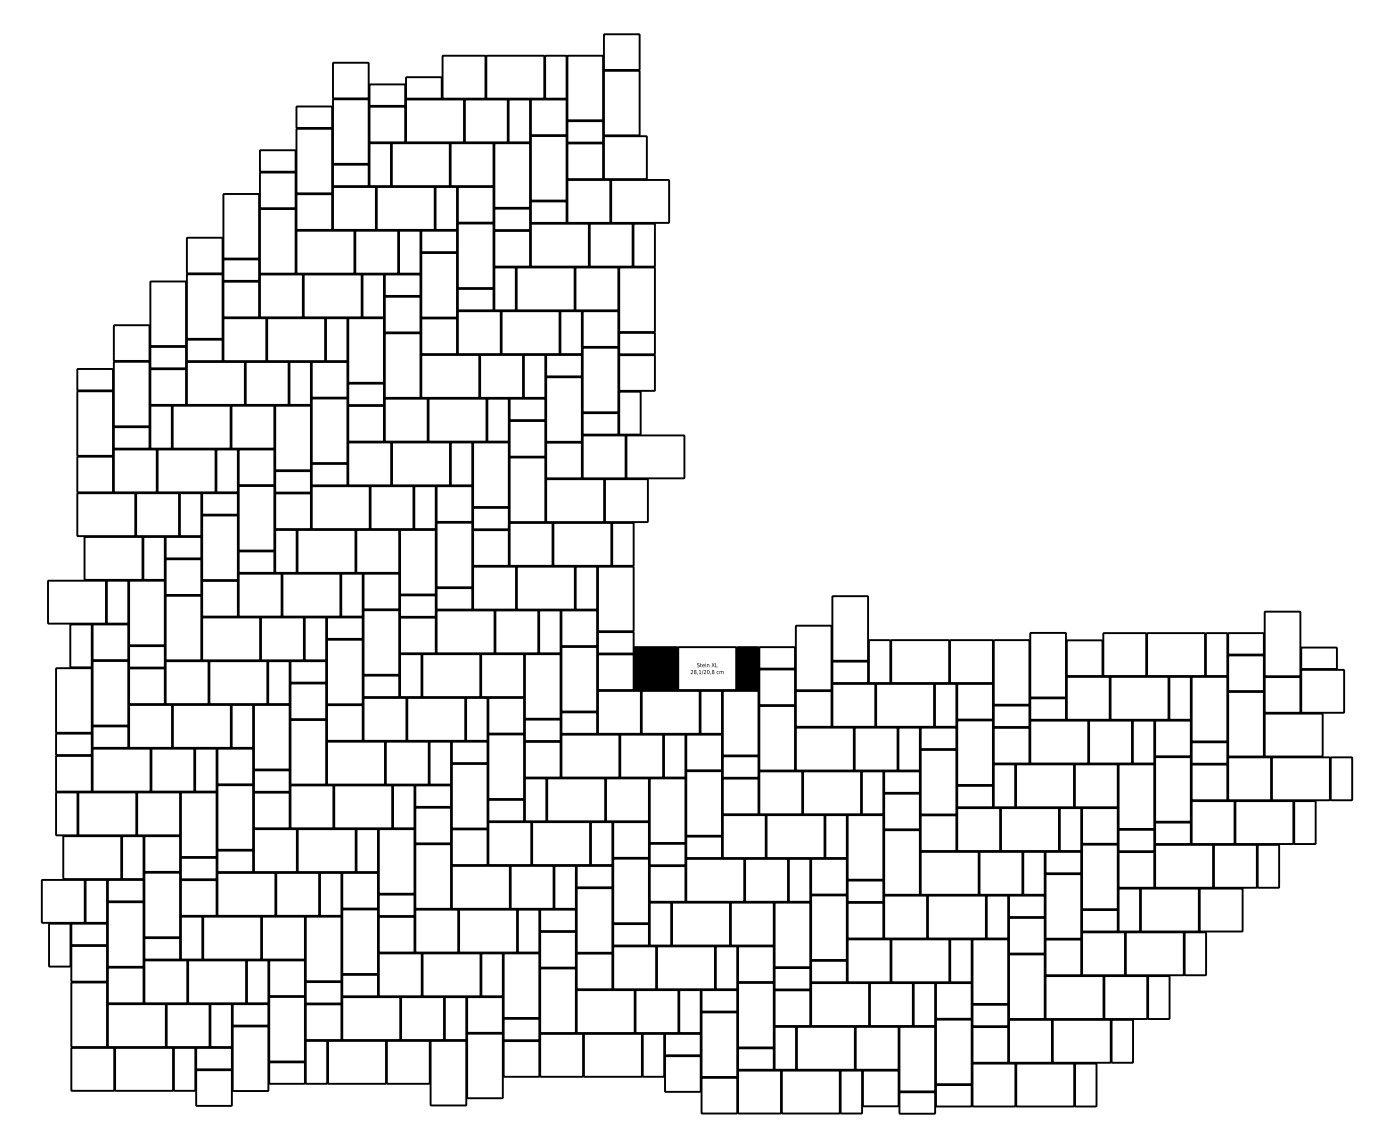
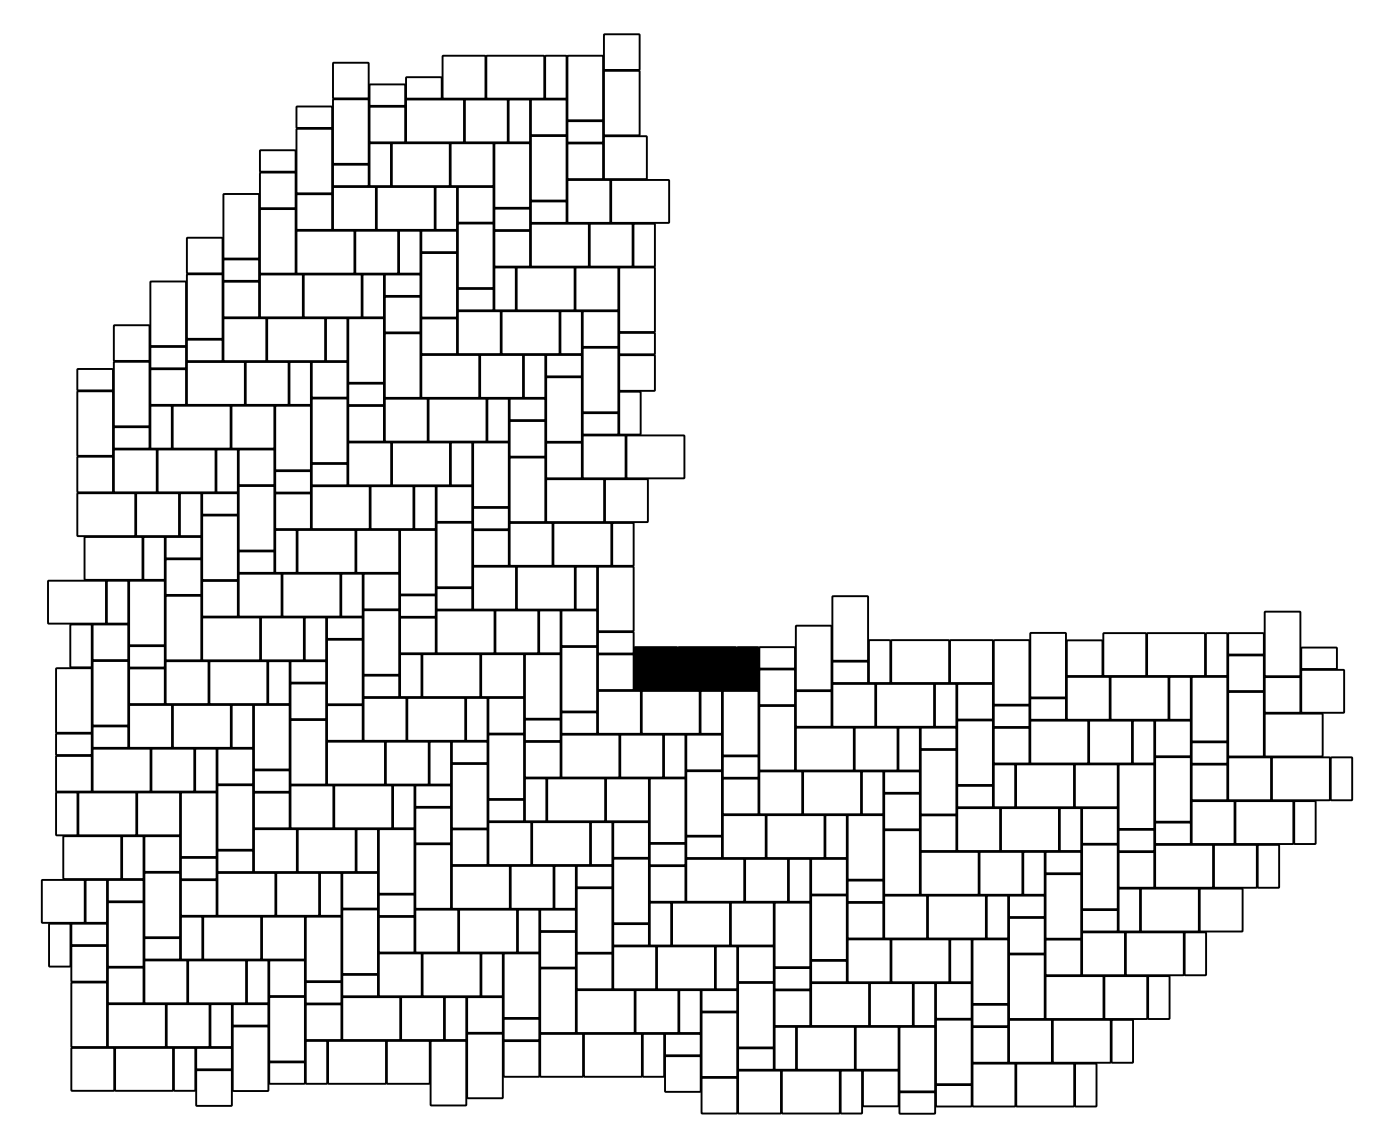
fill at (707, 668): none -> present
